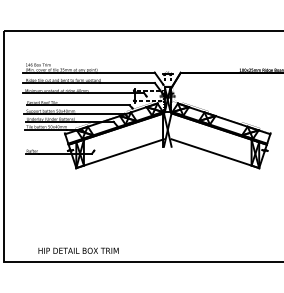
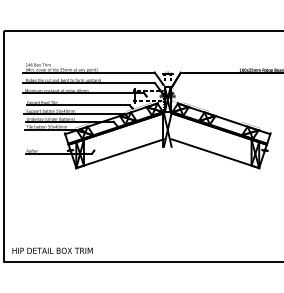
text at (78, 250) position: (78, 250) -> (52, 250)
